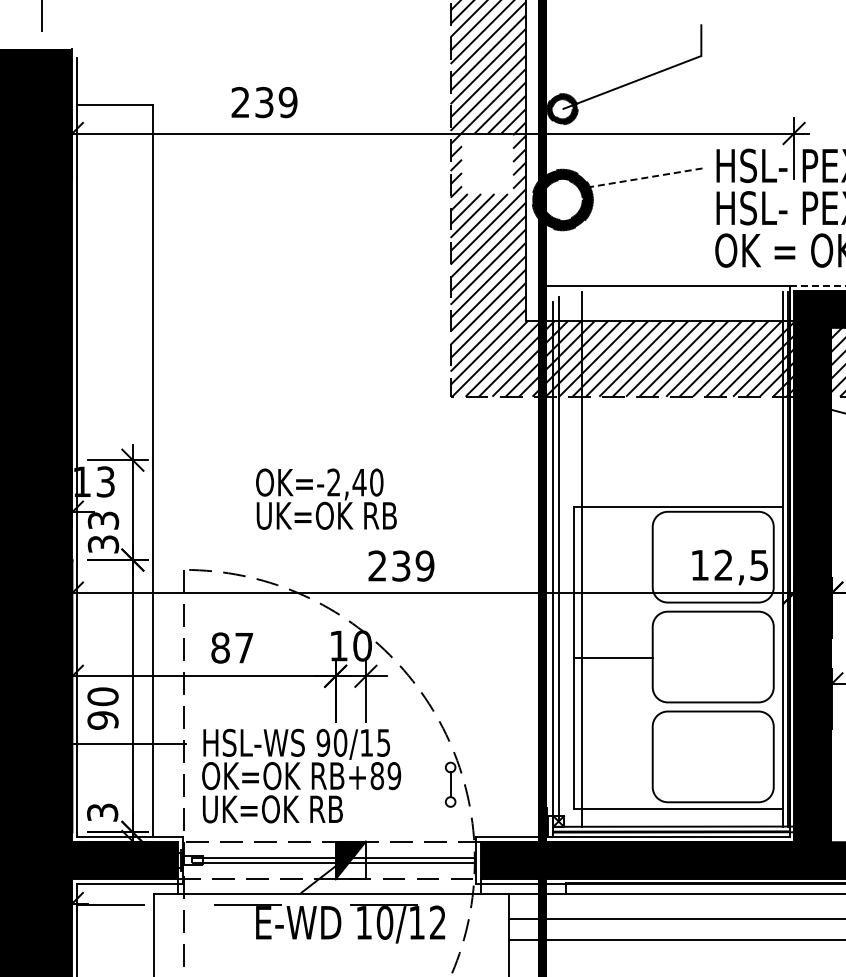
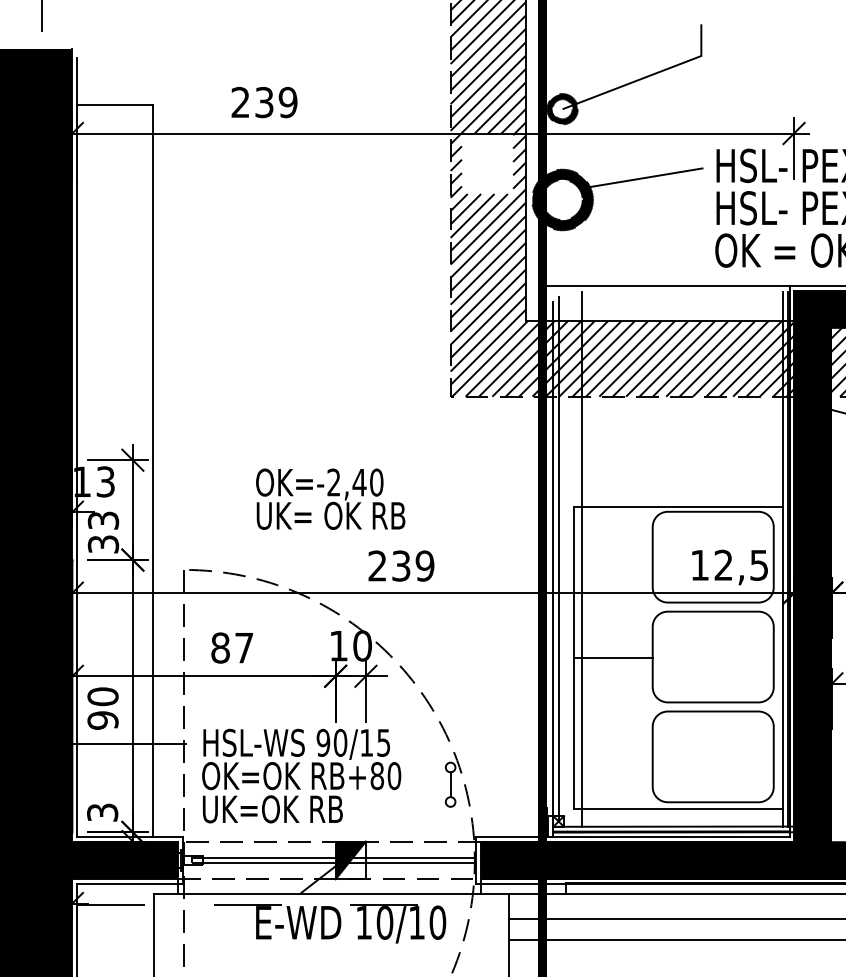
line at (645, 177): dashed -> solid
line at (817, 286): dashed -> solid
text at (360, 515): UK=OK RB -> UK= OK RB
text at (394, 776): RB+89 -> RB+80
text at (437, 922): 10/12 -> 10/10
